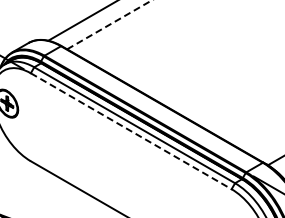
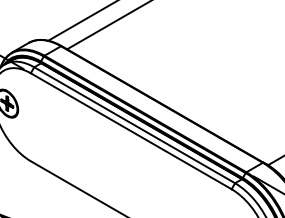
line at (109, 24): dashed -> solid
line at (131, 131): dashed -> solid
